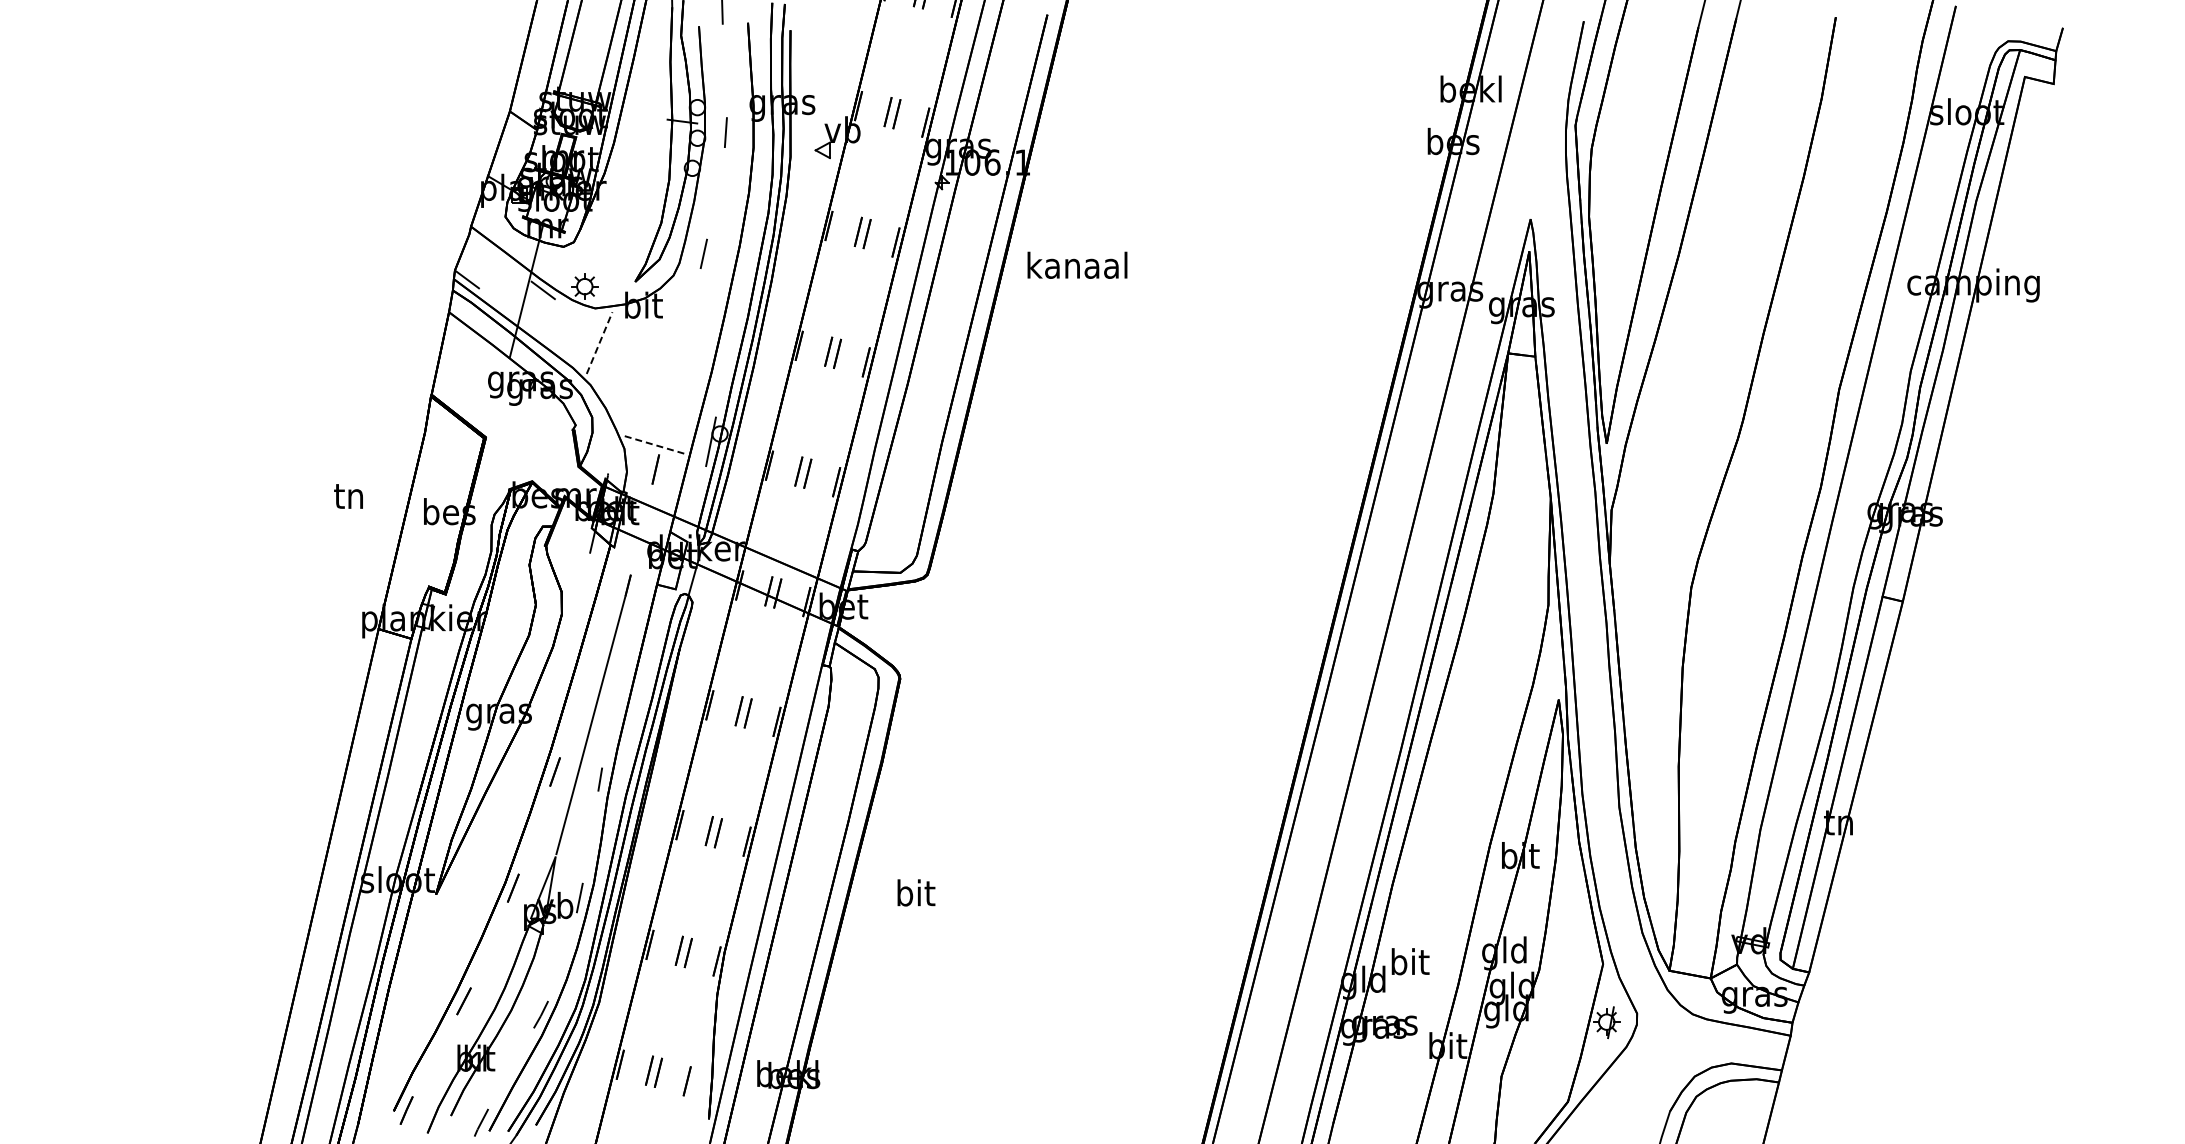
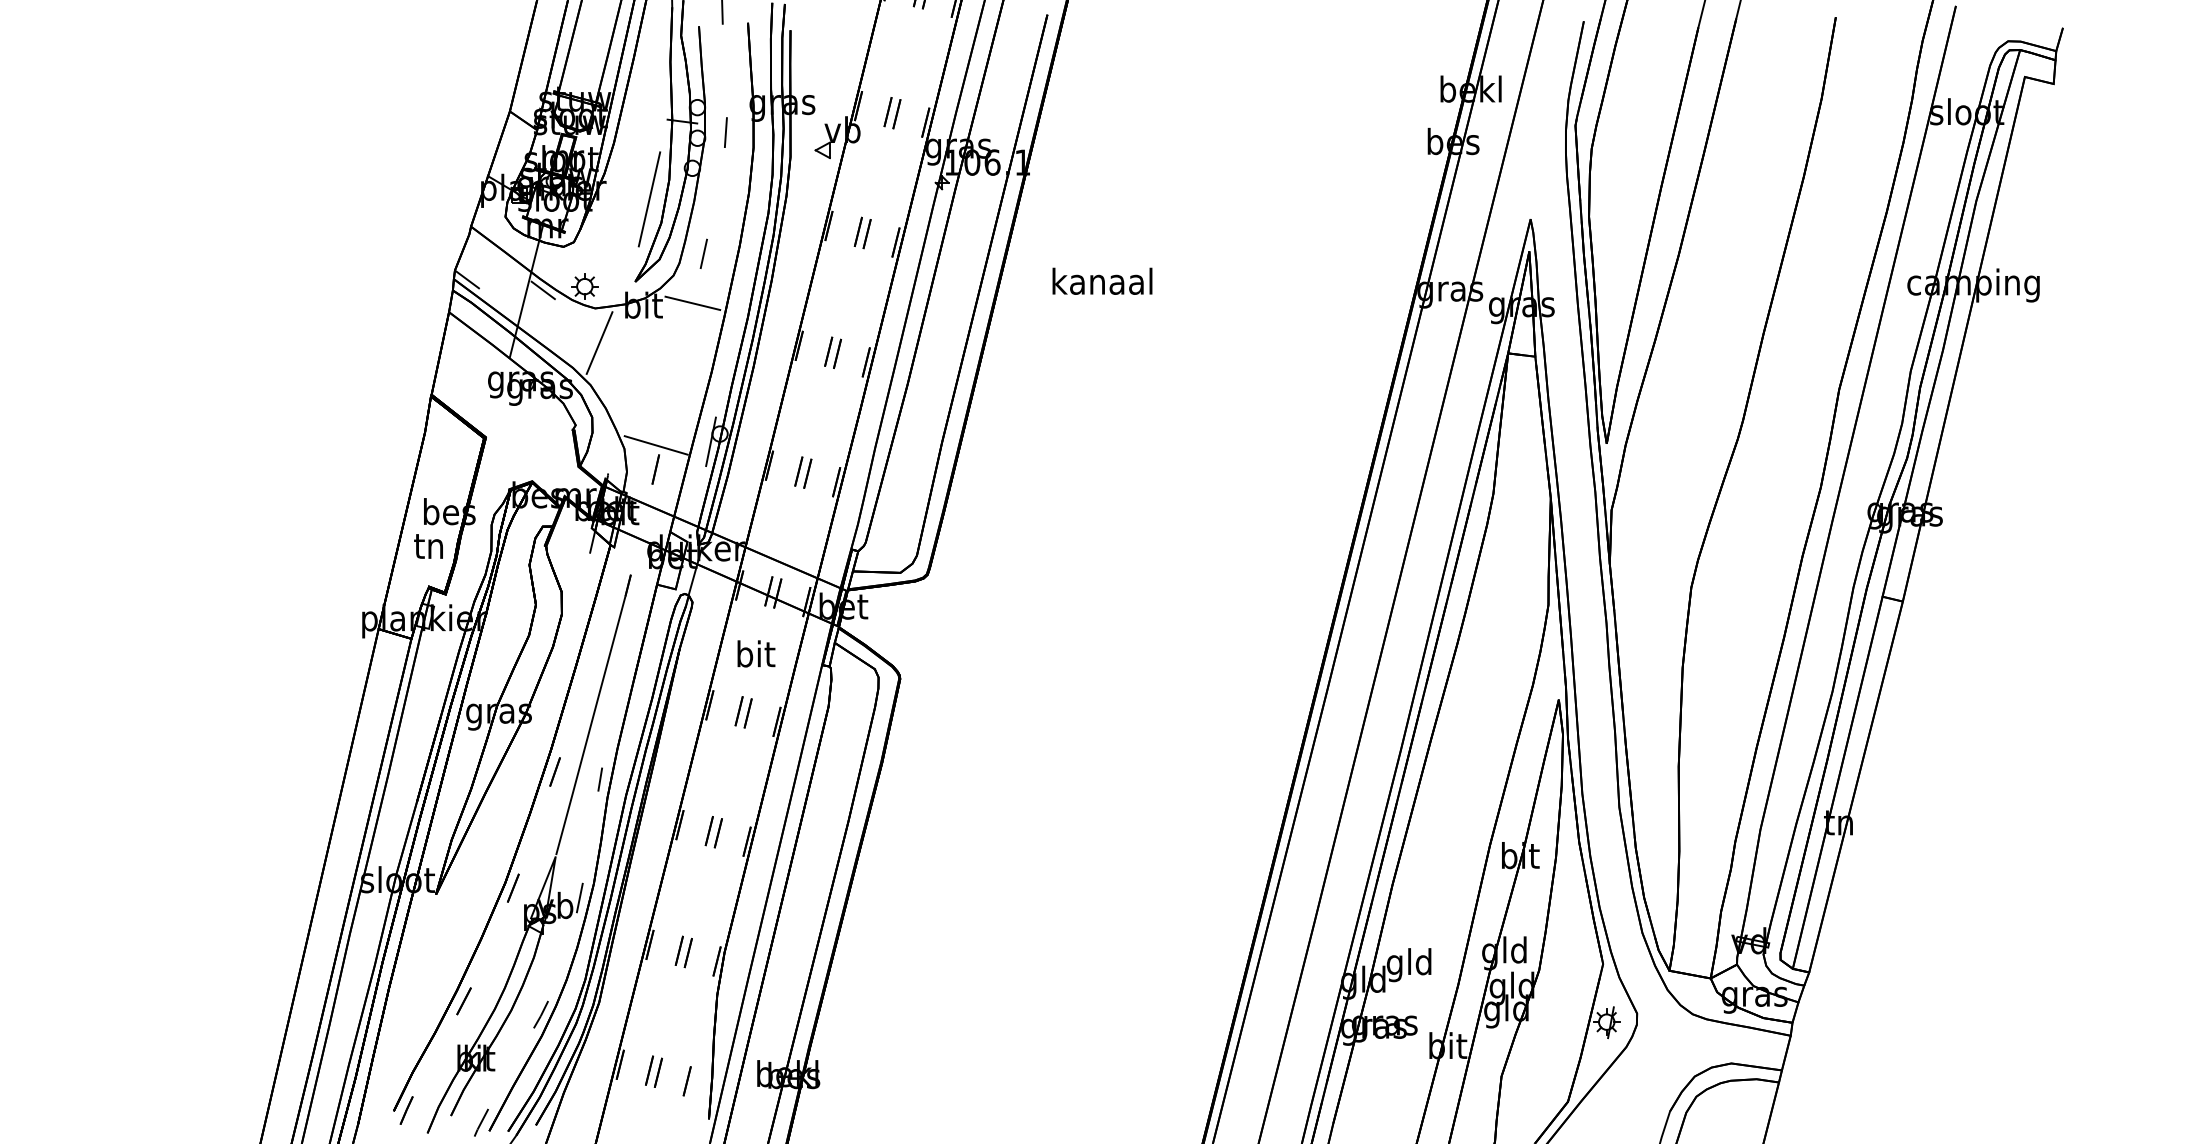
line at (649, 199): none -> present
text at (1077, 264) position: (1077, 264) -> (1102, 280)
line at (692, 303): none -> present
line at (599, 342): dashed -> solid
line at (656, 445): dashed -> solid
text at (348, 496) position: (348, 496) -> (428, 546)
text at (916, 892) position: (916, 892) -> (756, 653)
text at (1408, 965): bit -> gld
